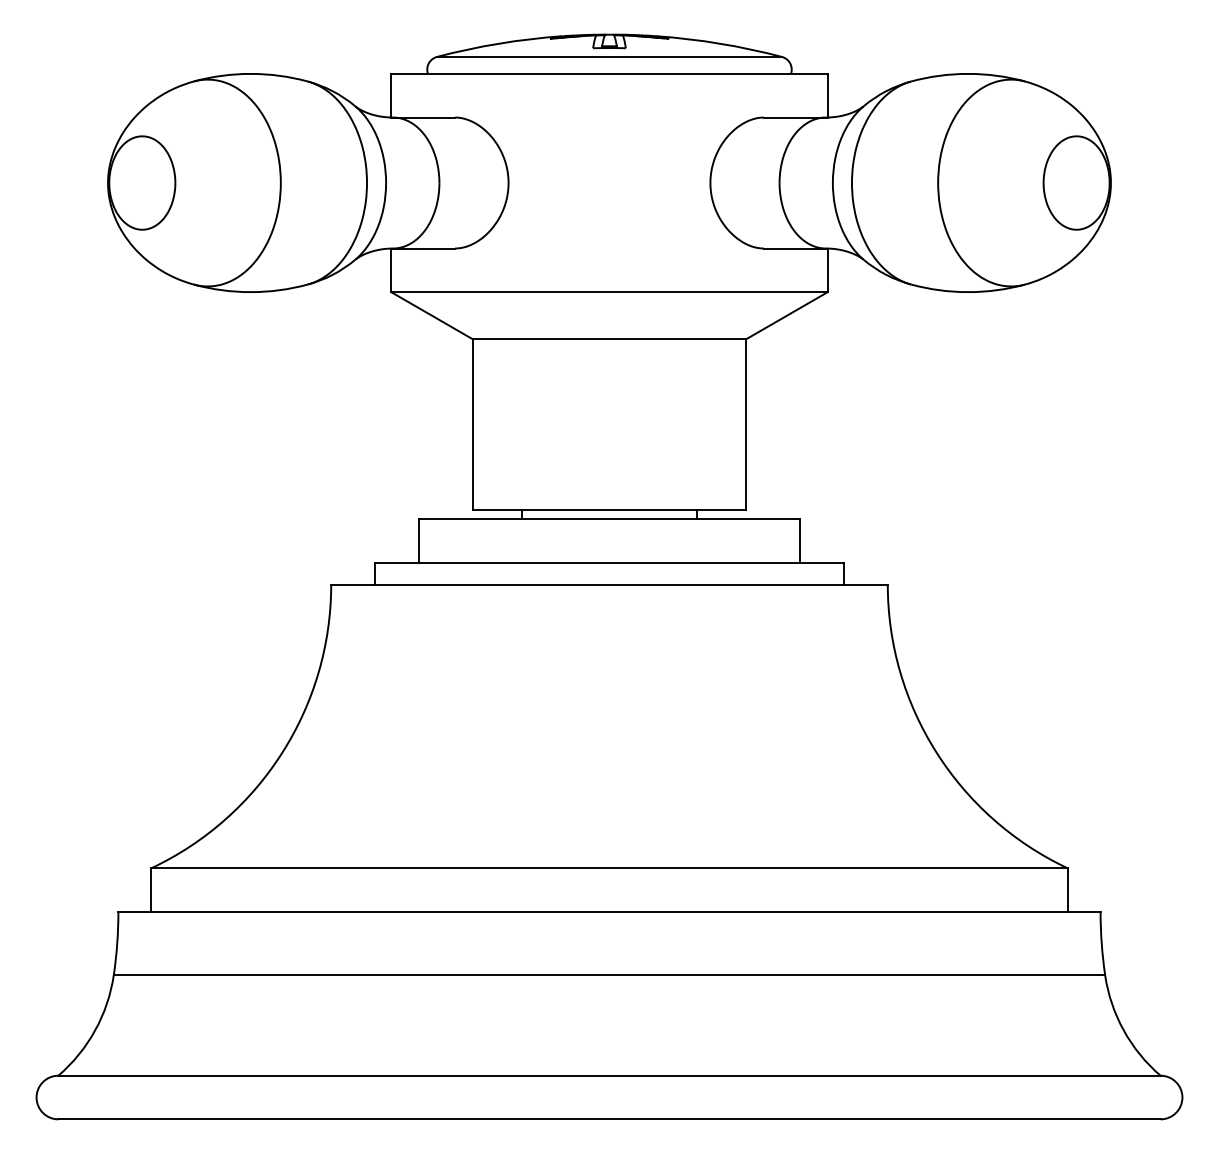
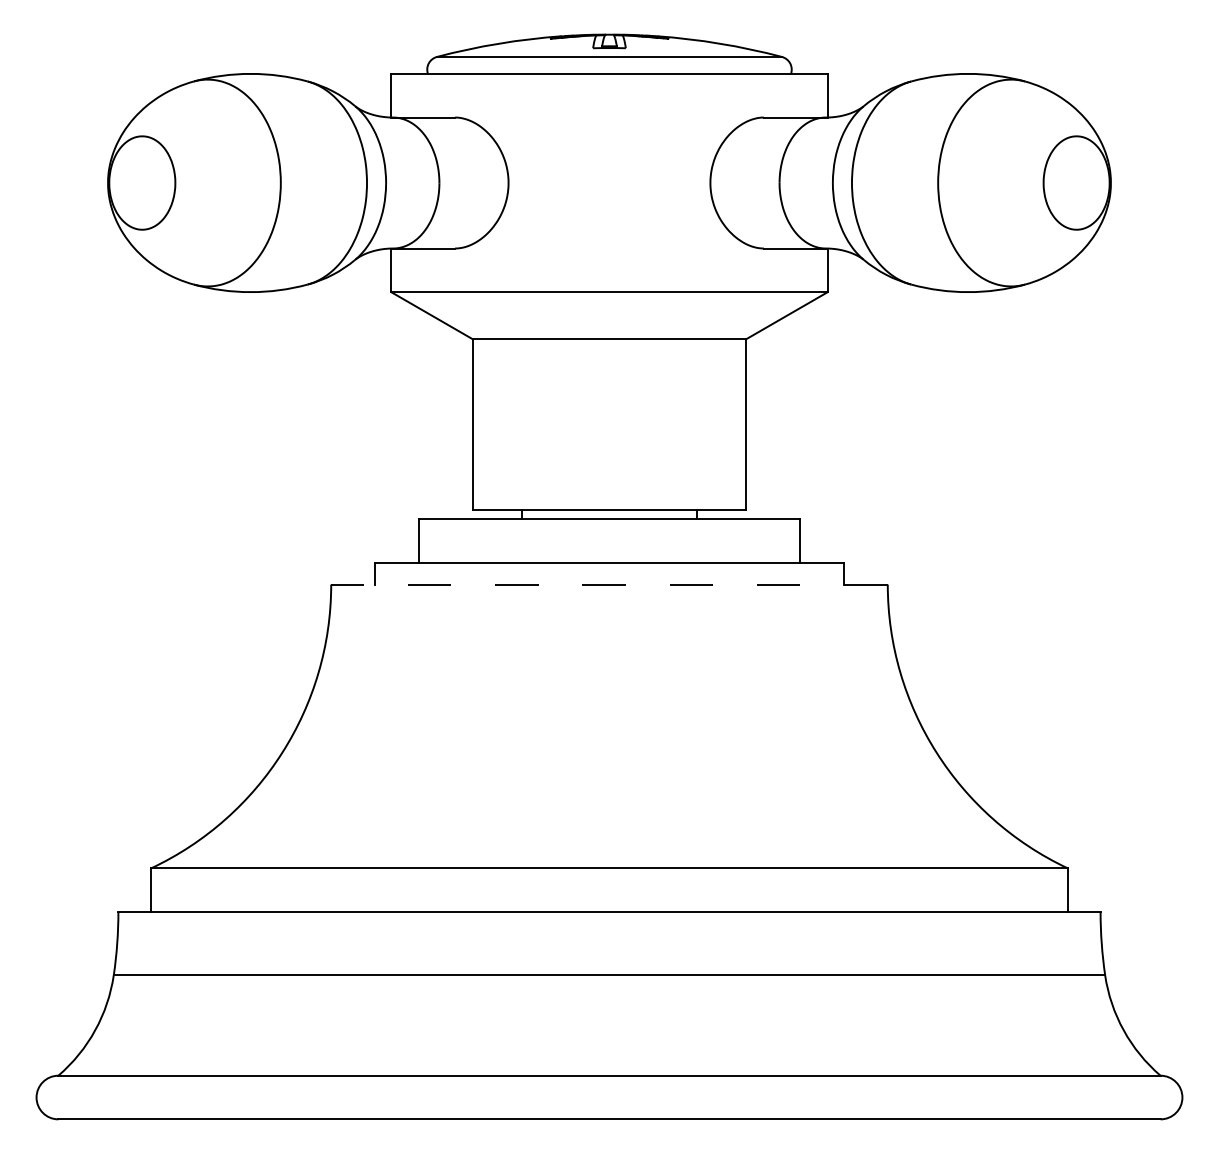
line at (609, 584): solid -> dashed
